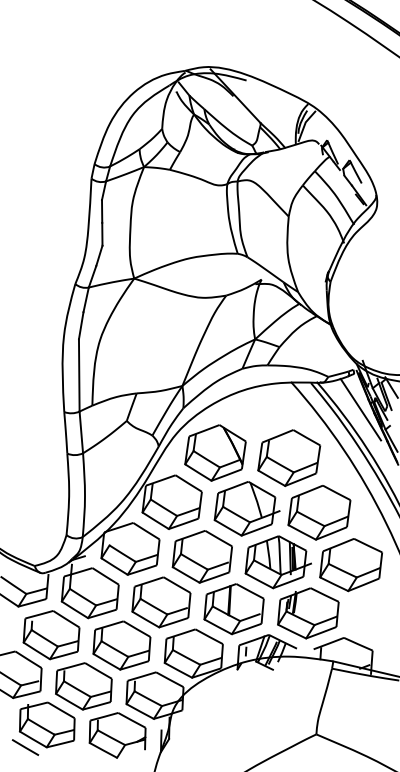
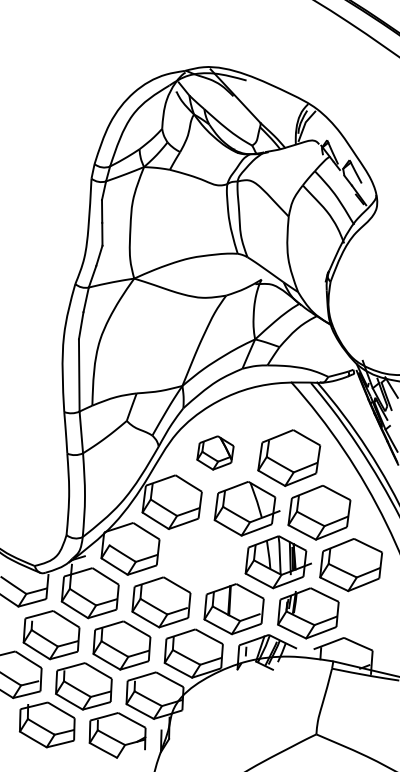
line at (360, 409): present -> none
part at (215, 452) size: 63x58 px -> 39x36 px
part at (201, 556): present -> none
line at (25, 747): present -> none
